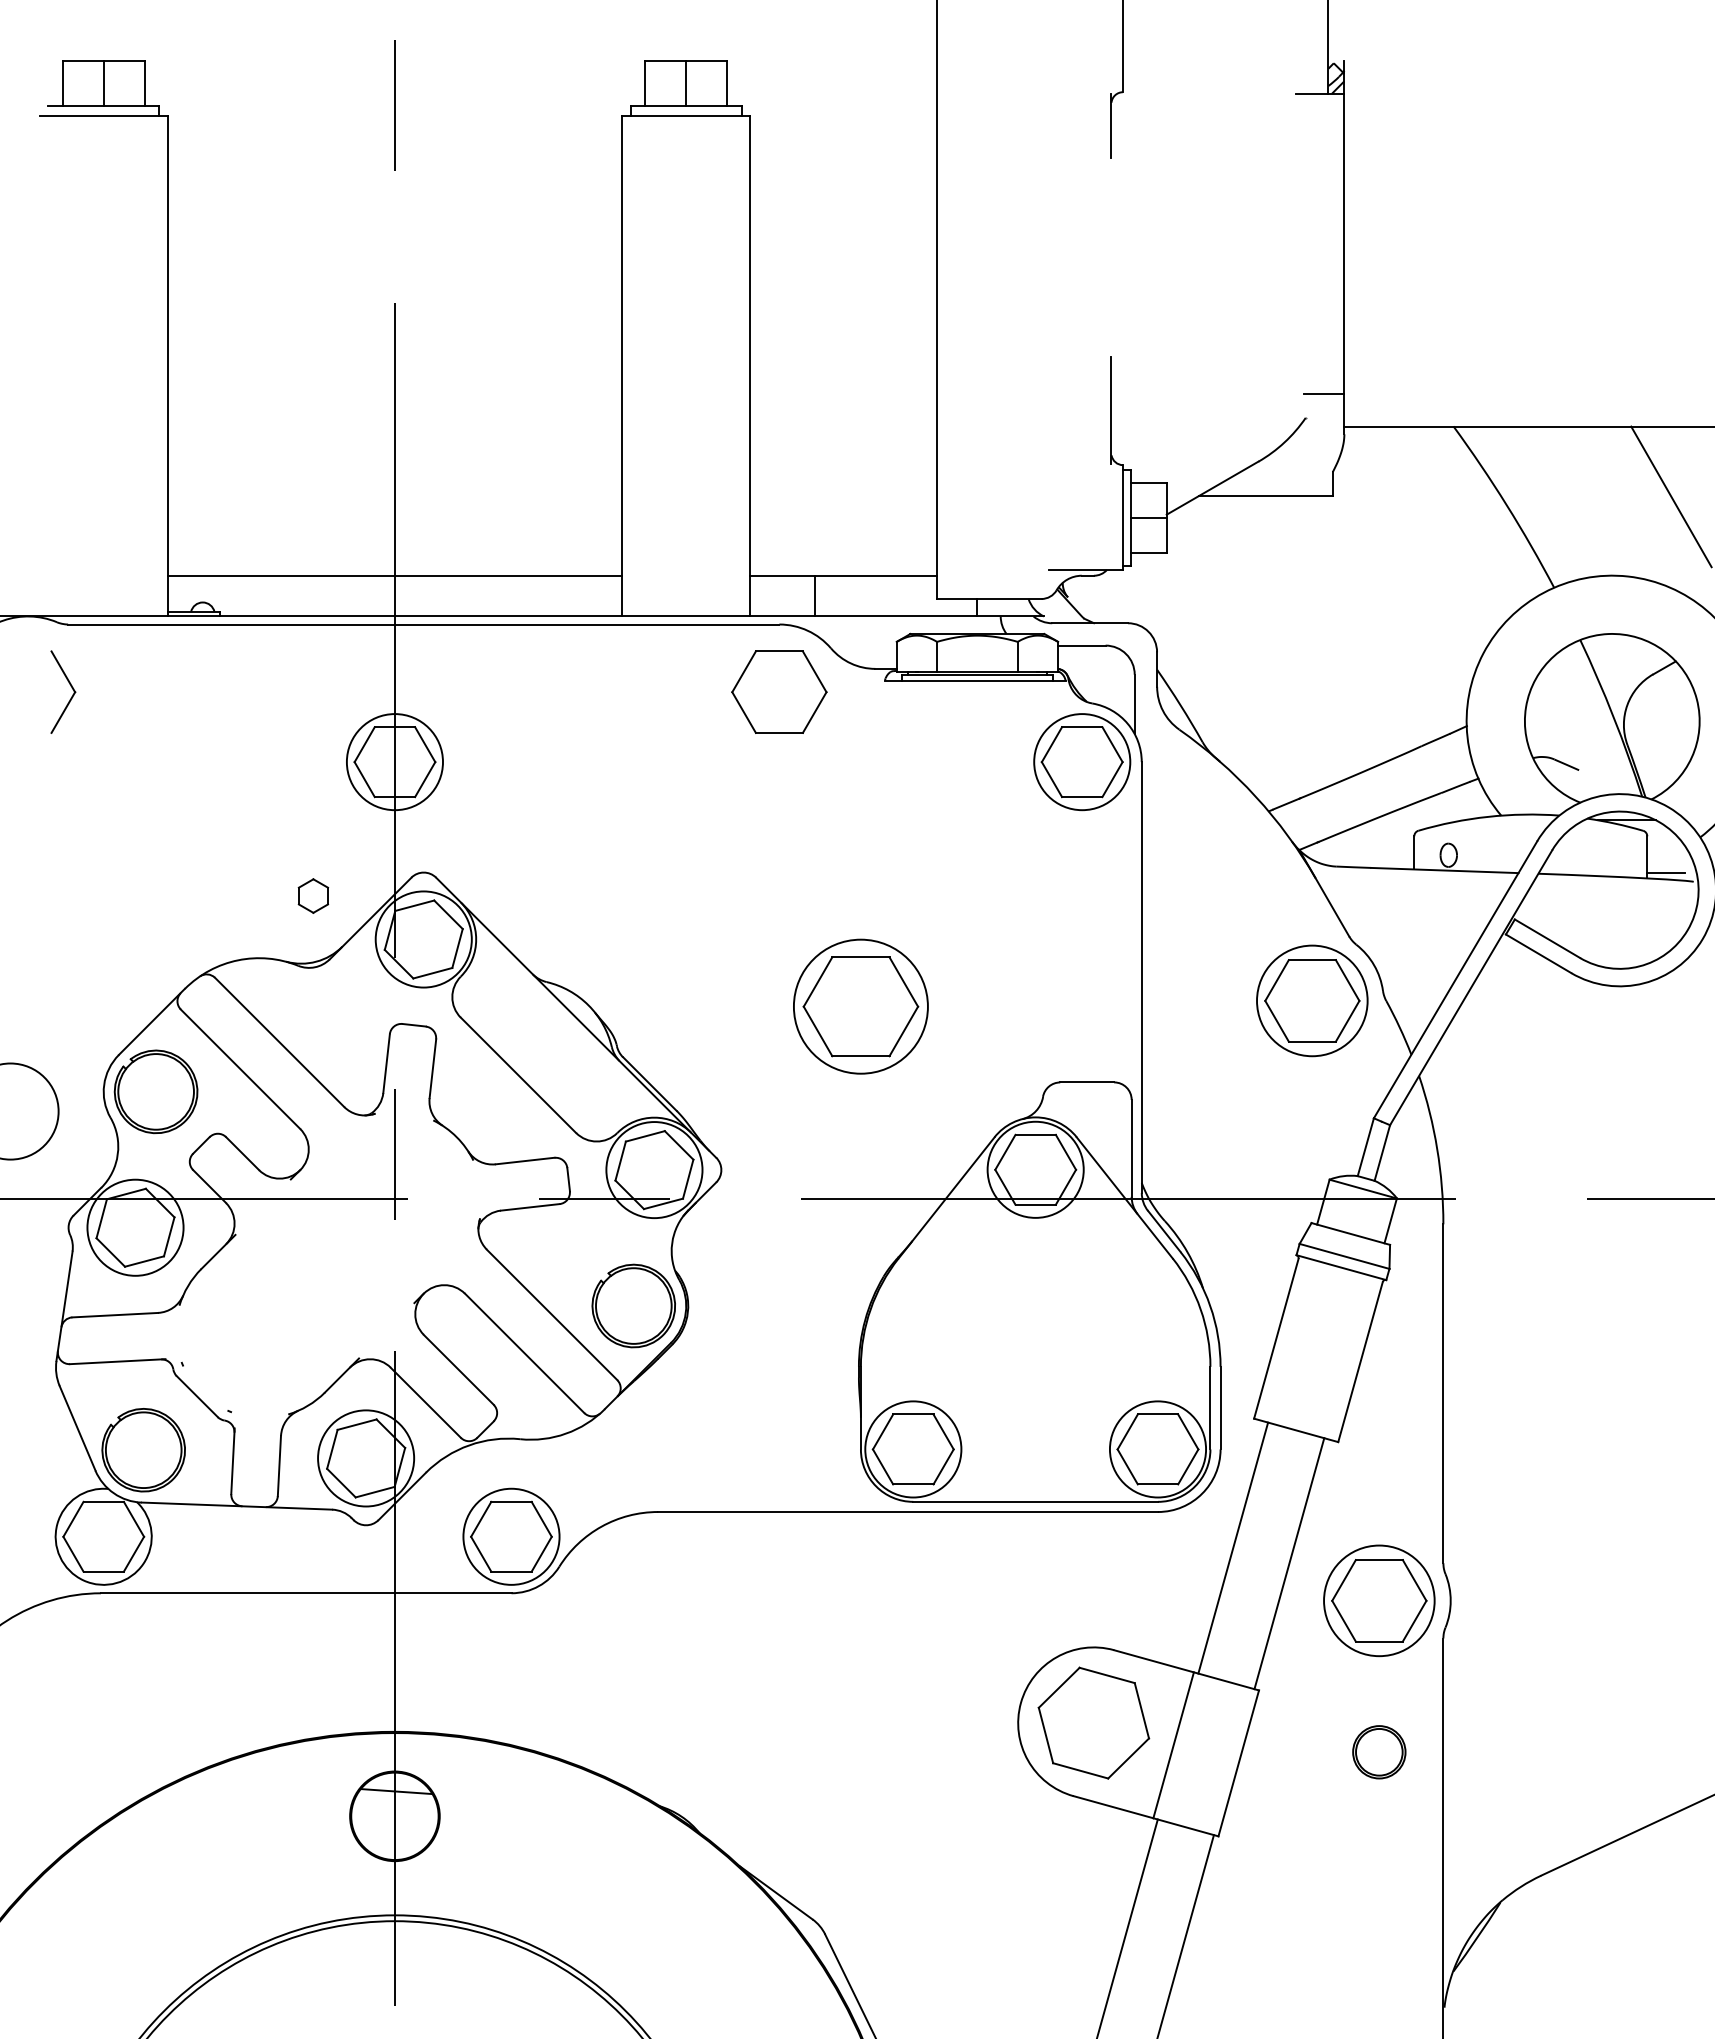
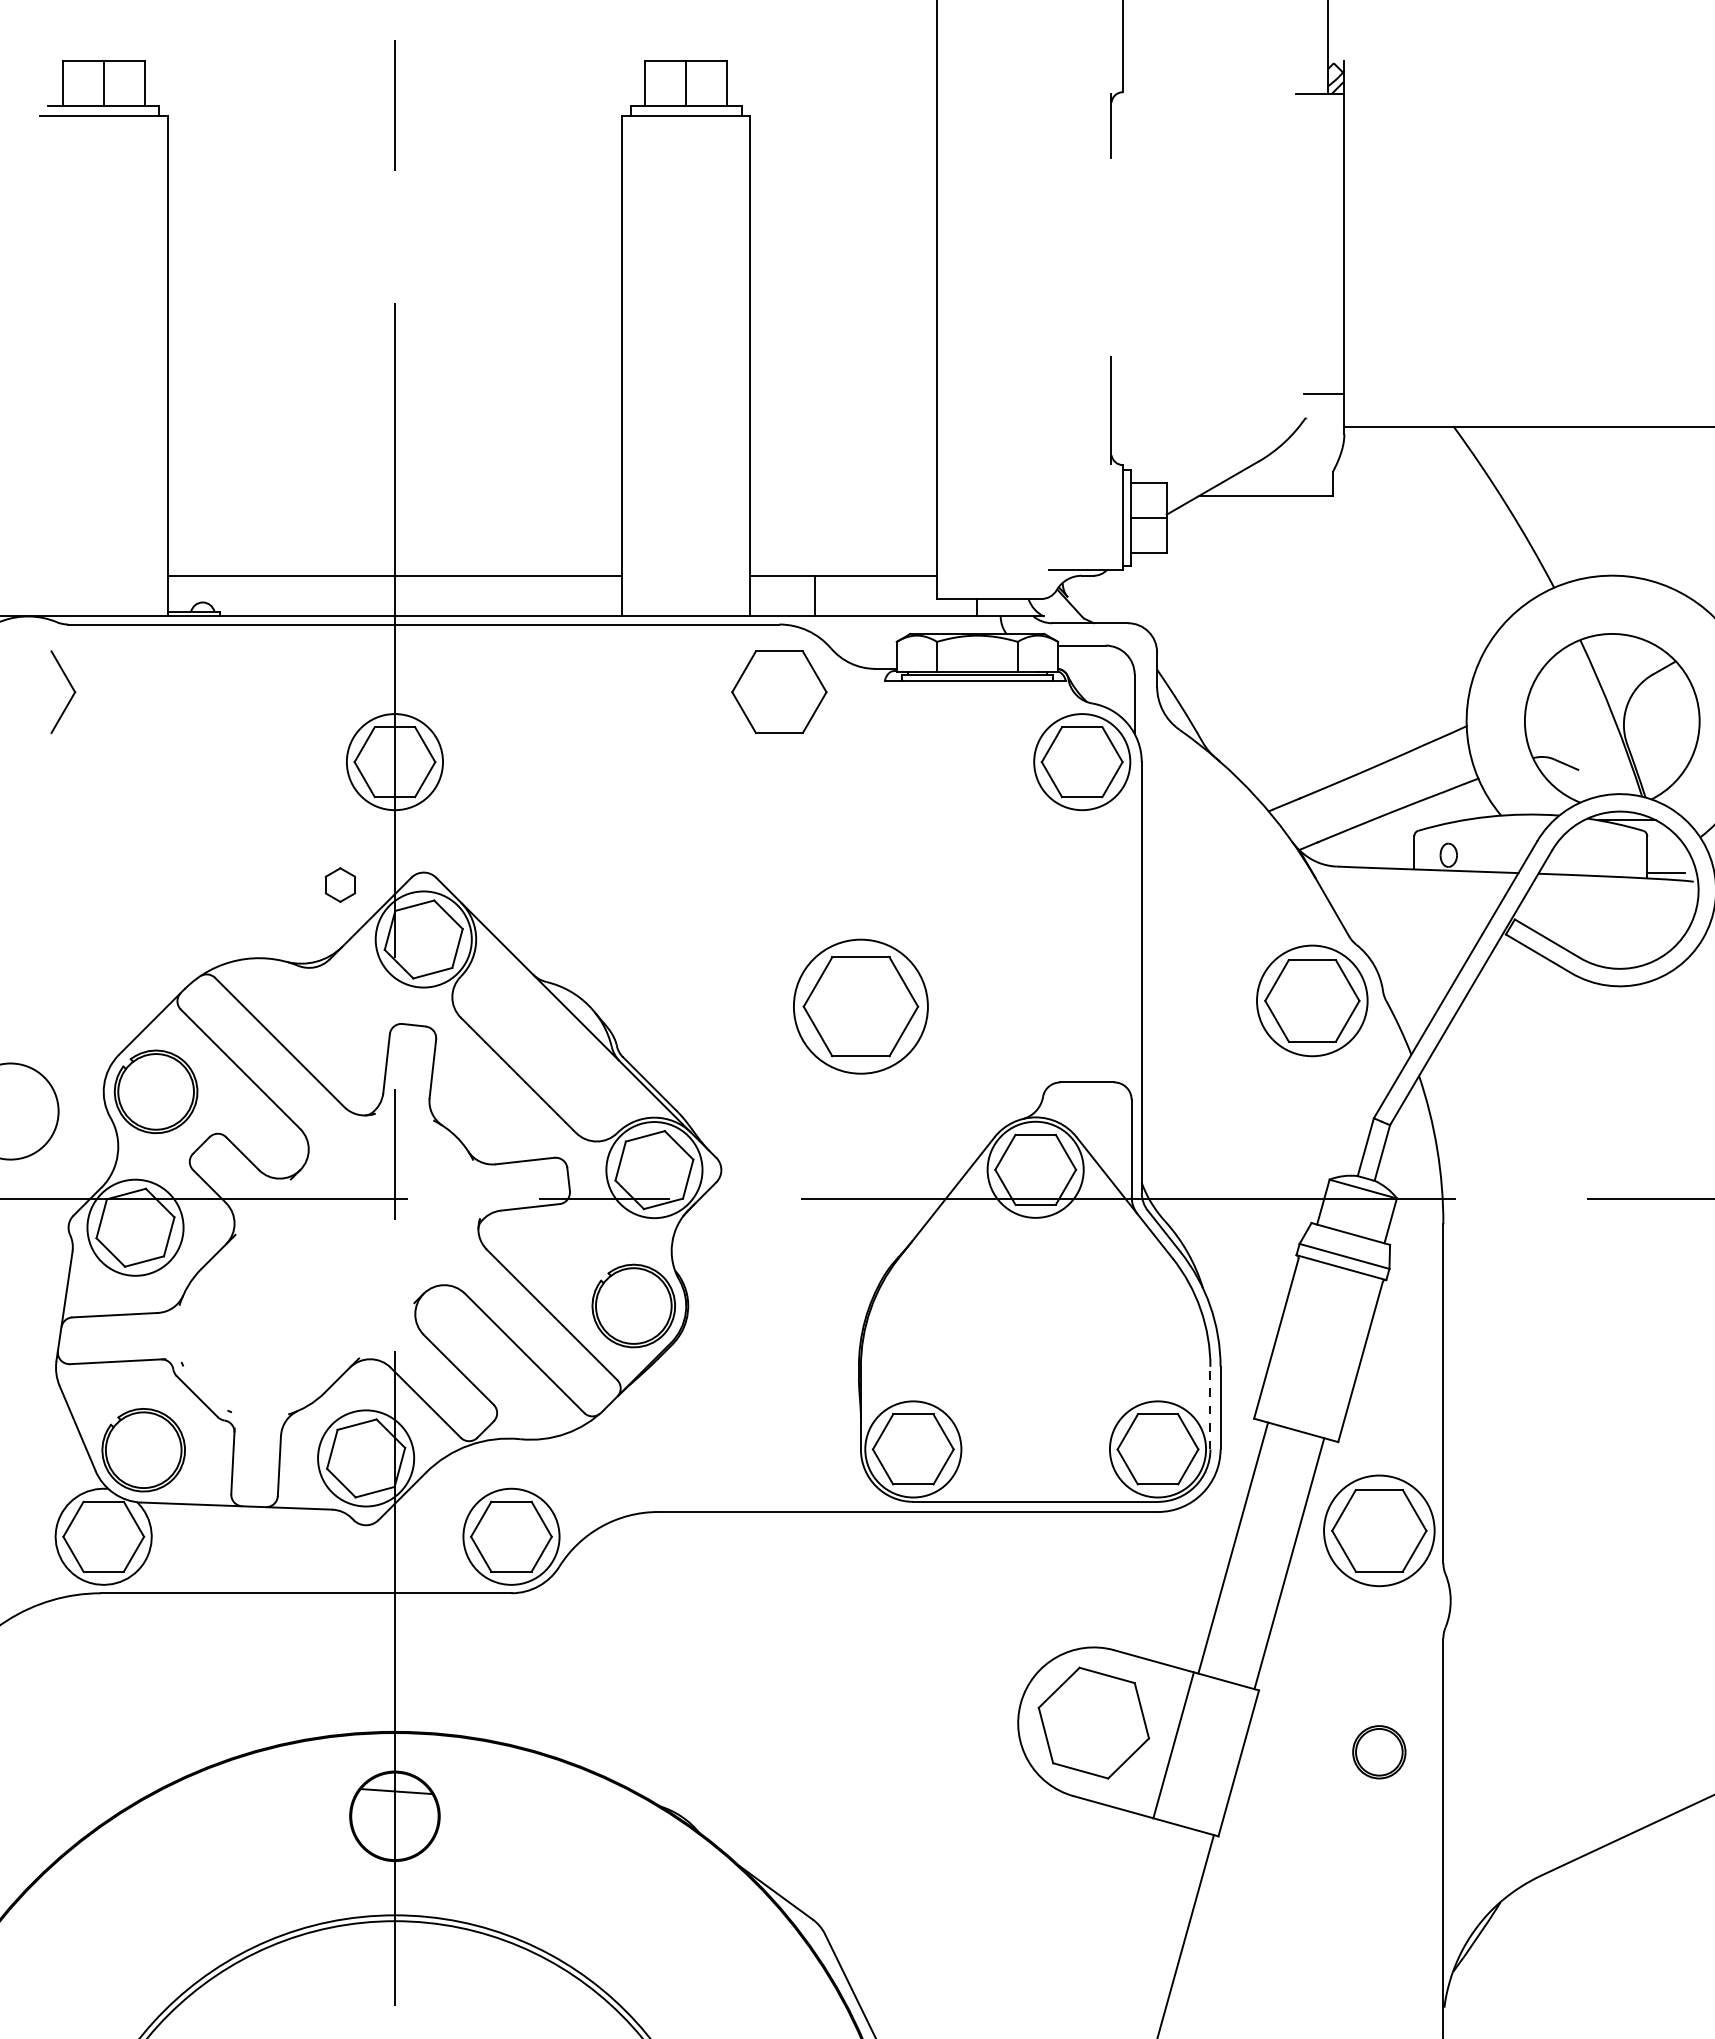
line at (1671, 496): present -> none
part at (313, 895) position: (313, 895) -> (340, 884)
line at (1210, 1407): solid -> dashed
part at (1379, 1600) position: (1379, 1600) -> (1379, 1530)
line at (1127, 1927): present -> none
